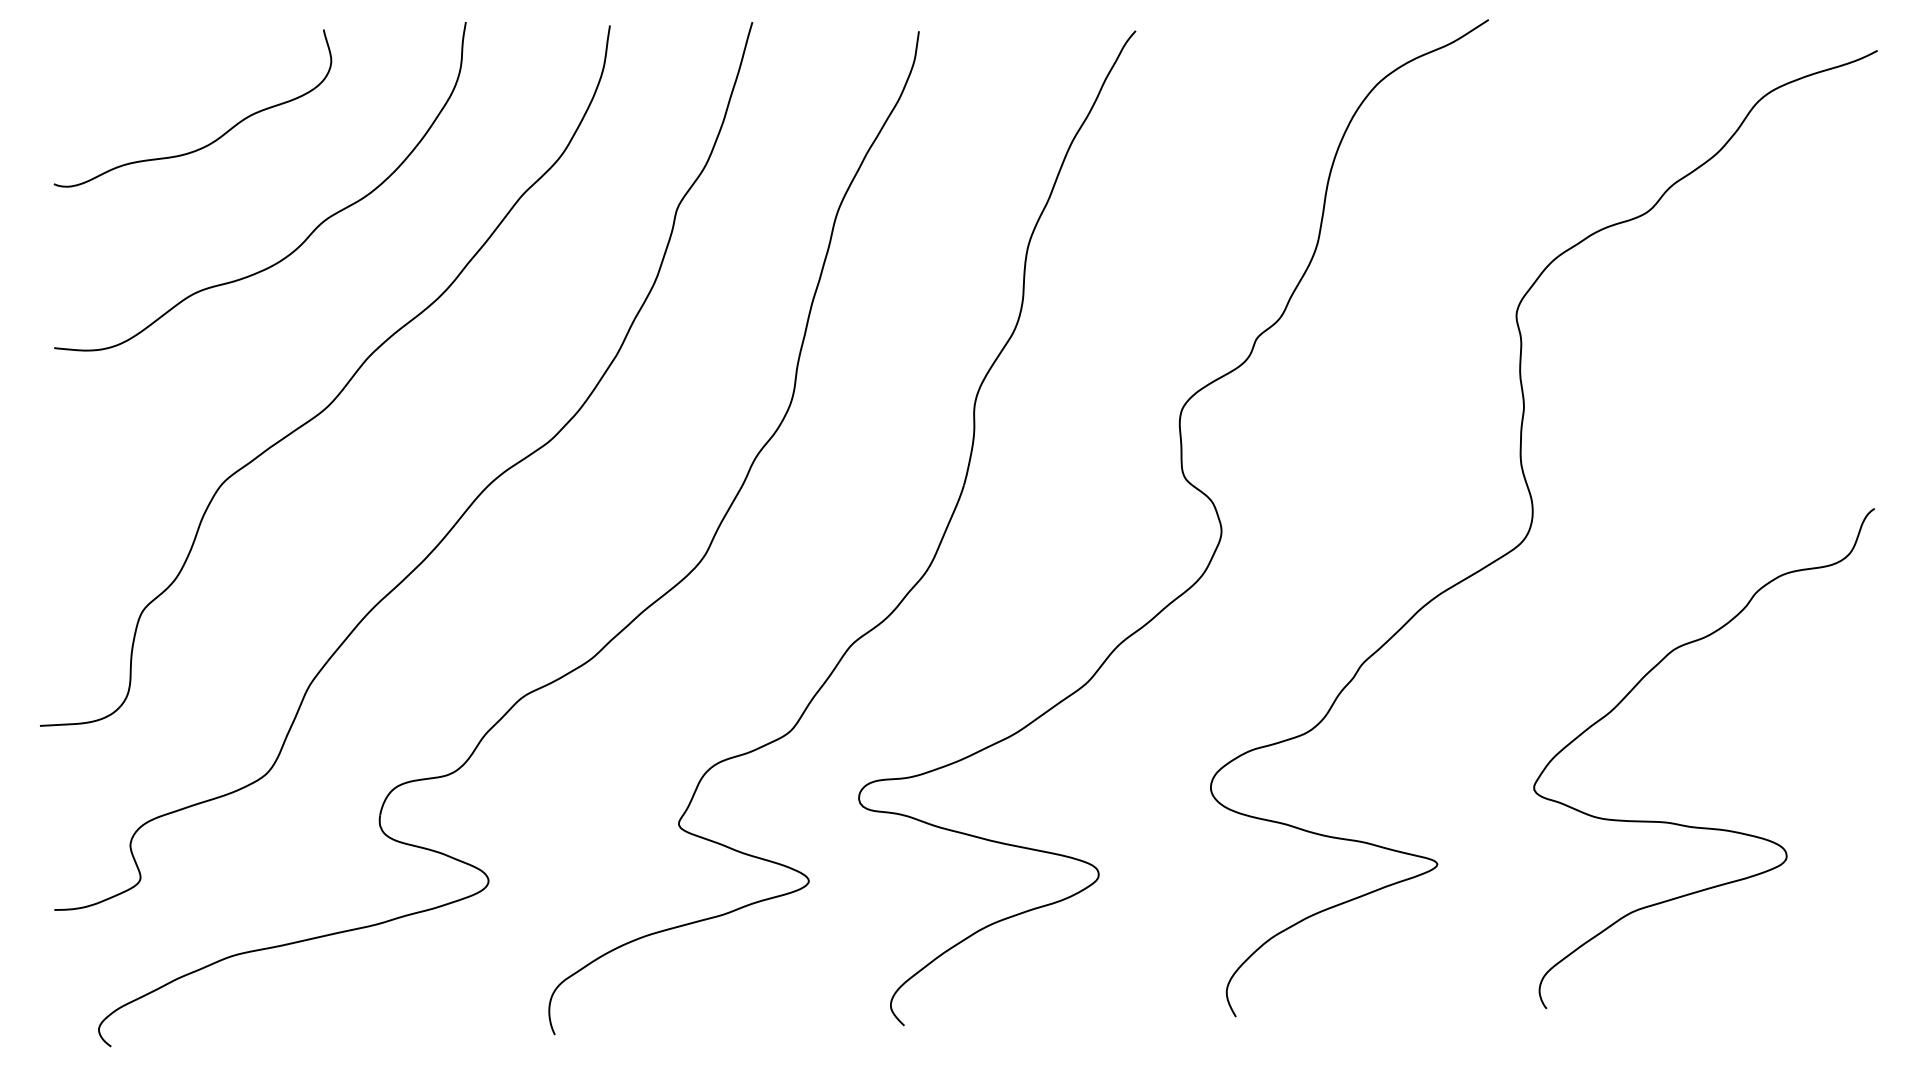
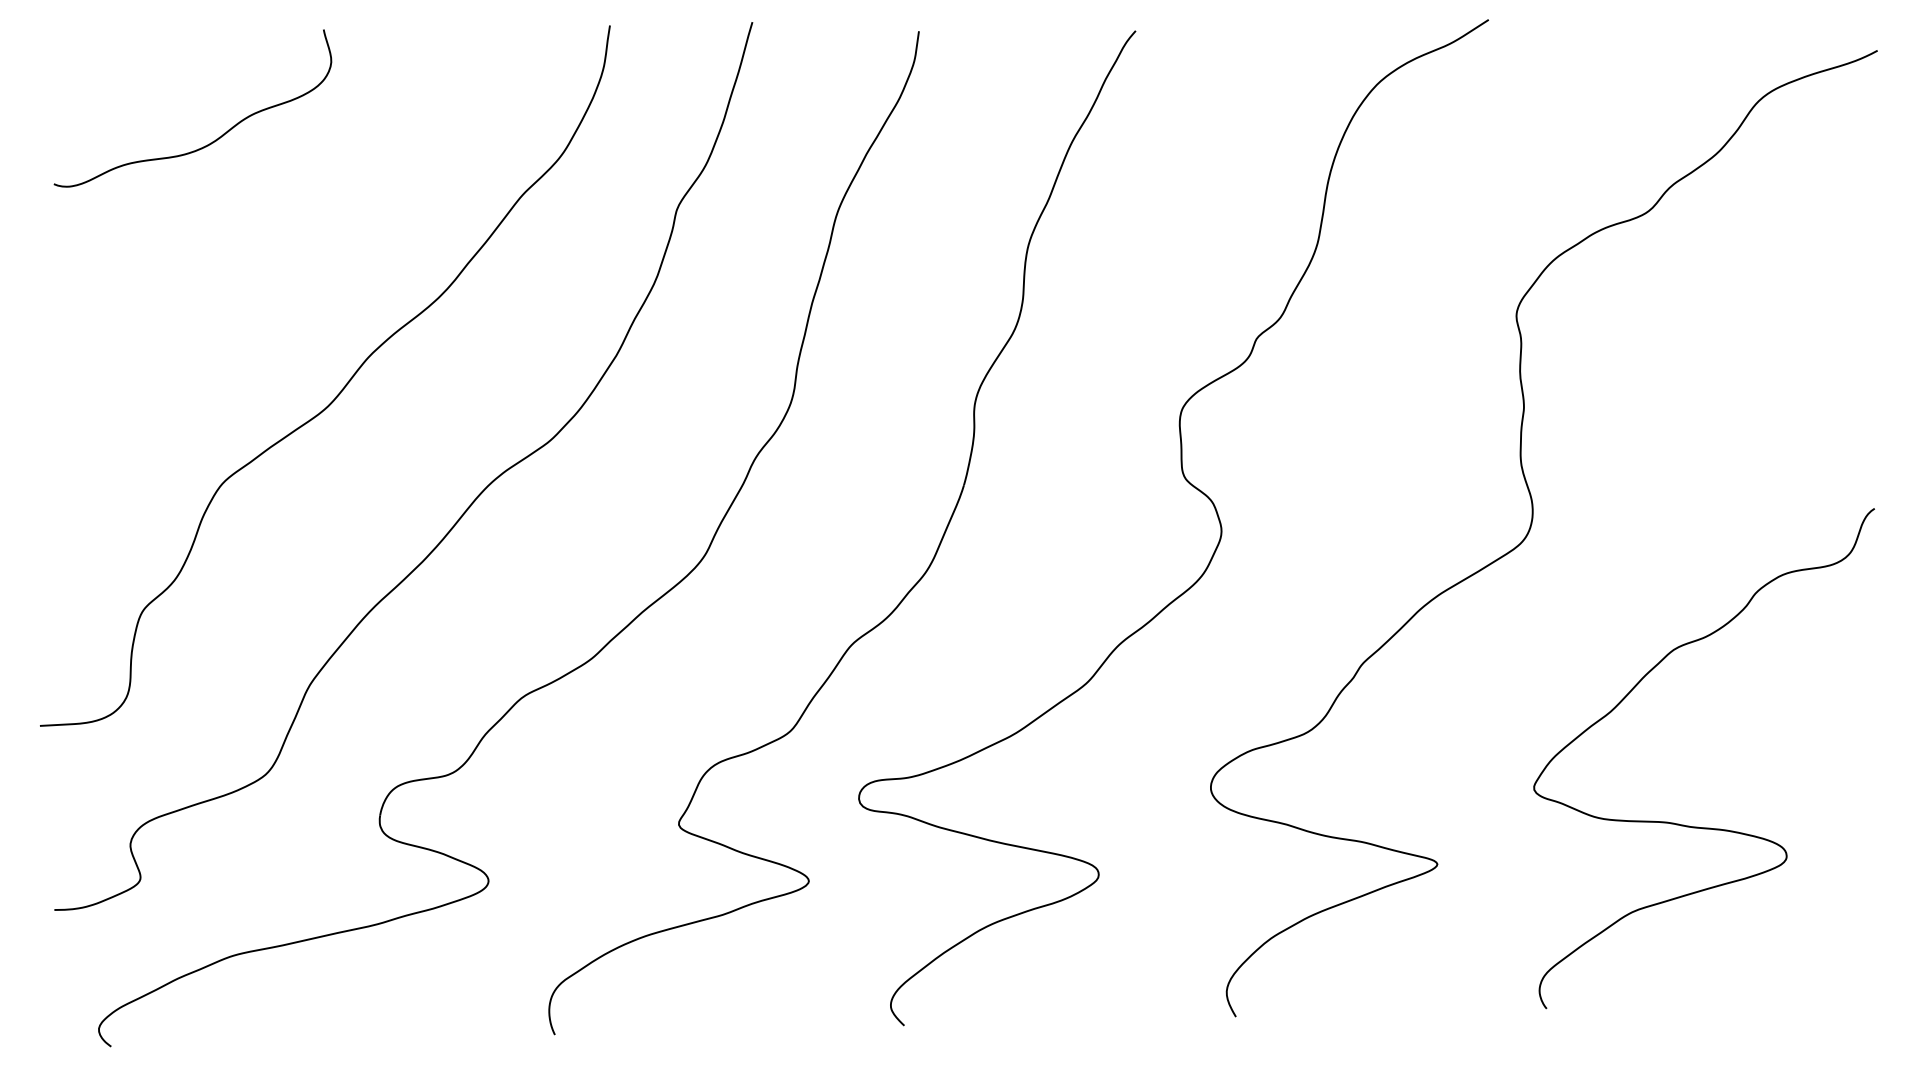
curve at (313, 229): present -> none
